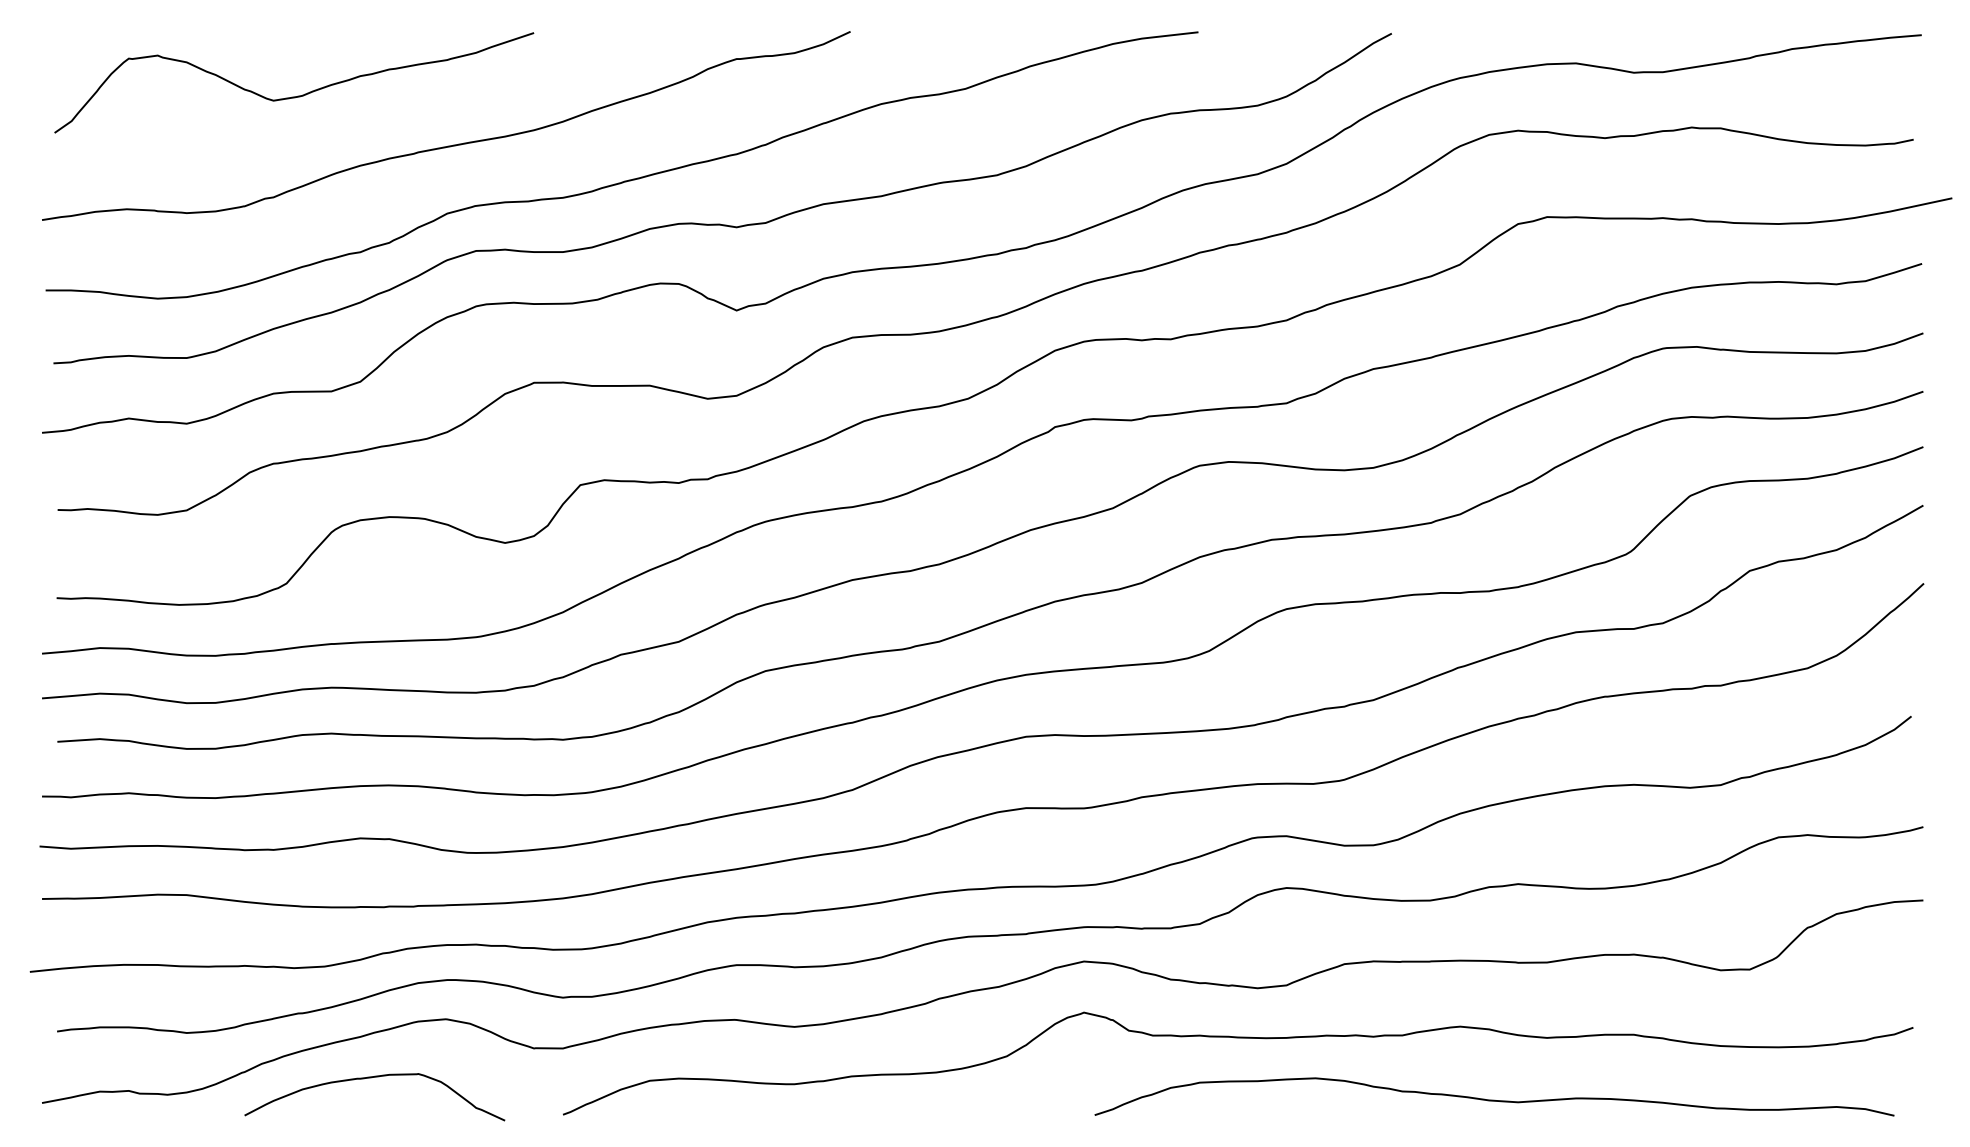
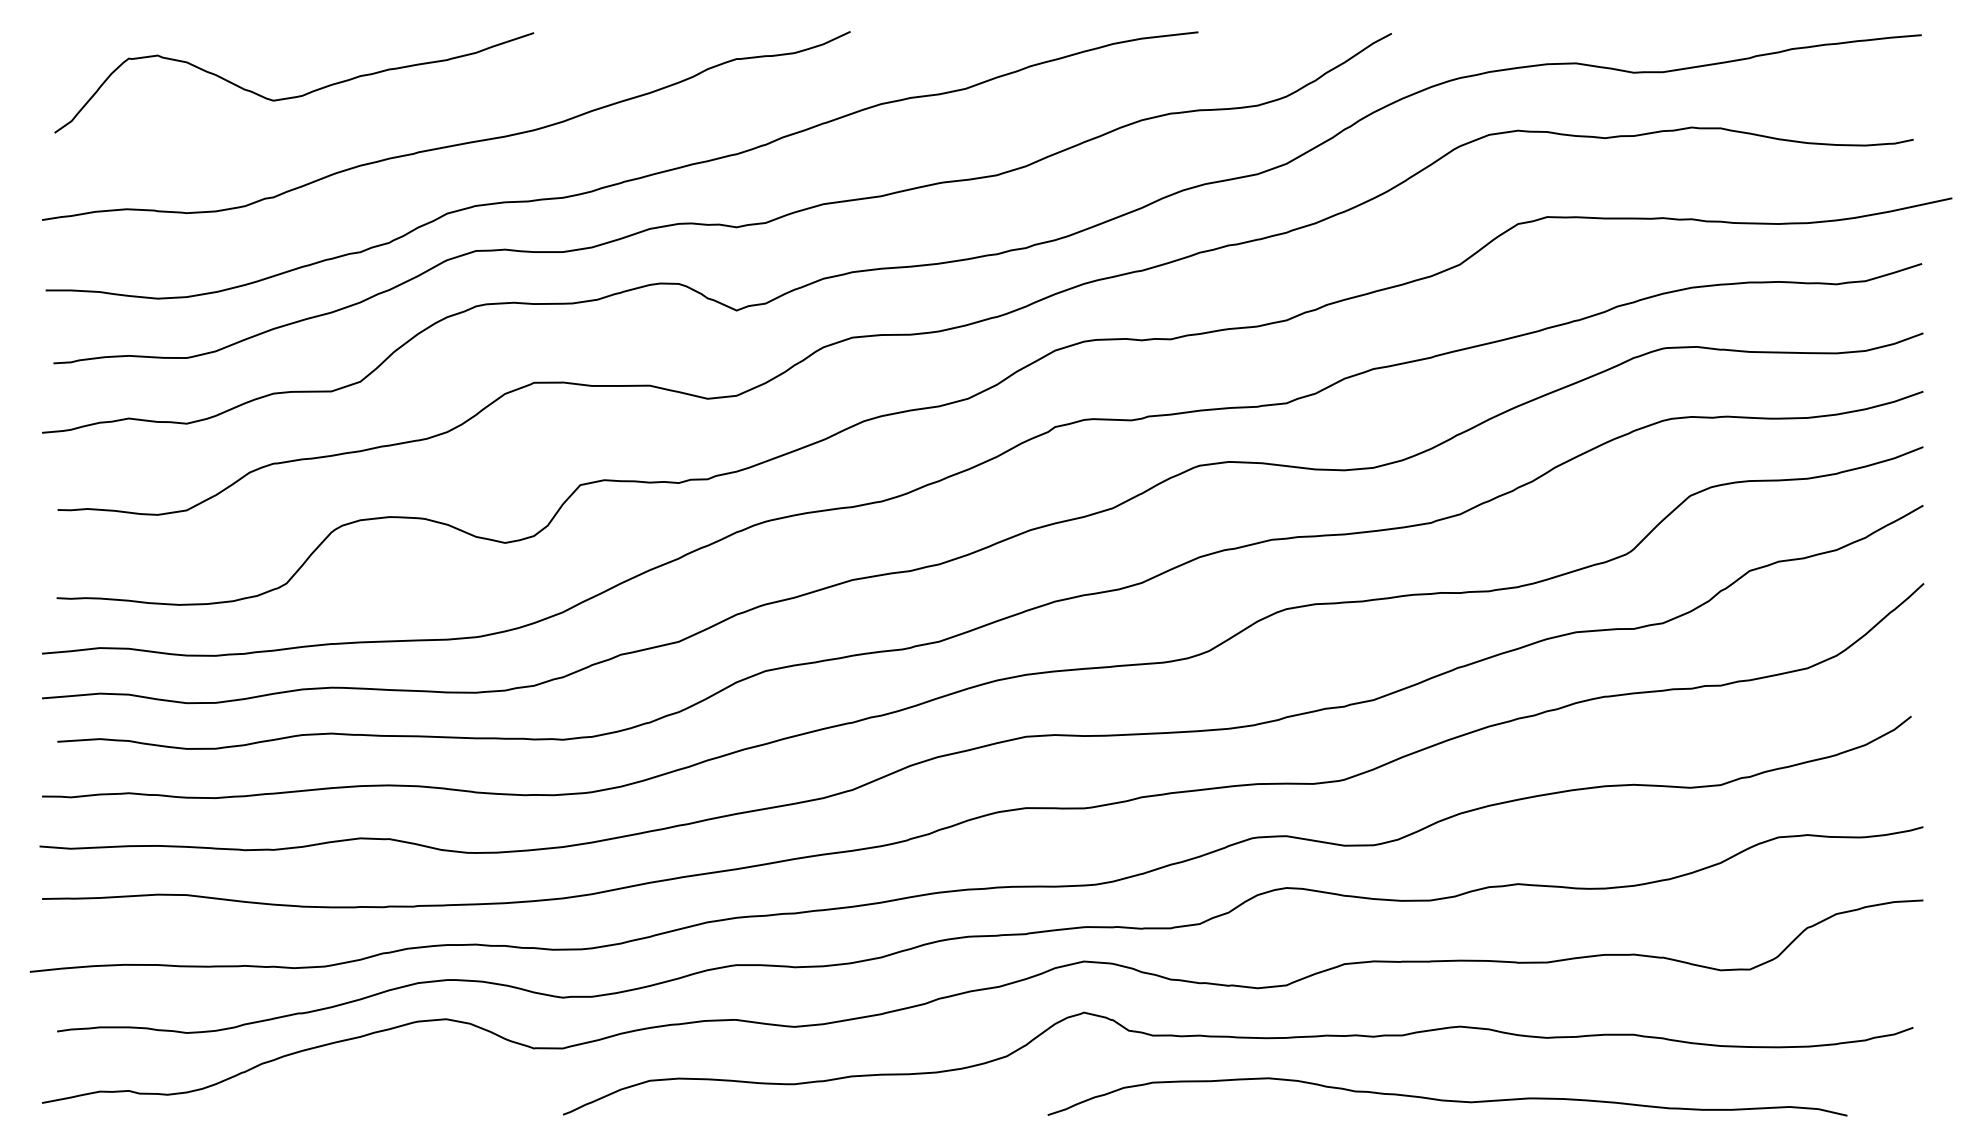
curve at (371, 1078): present -> none
curve at (1494, 1099) position: (1494, 1099) -> (1447, 1099)
